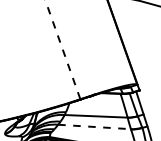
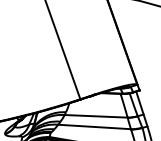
line at (62, 49): dashed -> solid
line at (95, 127): dashed -> solid
